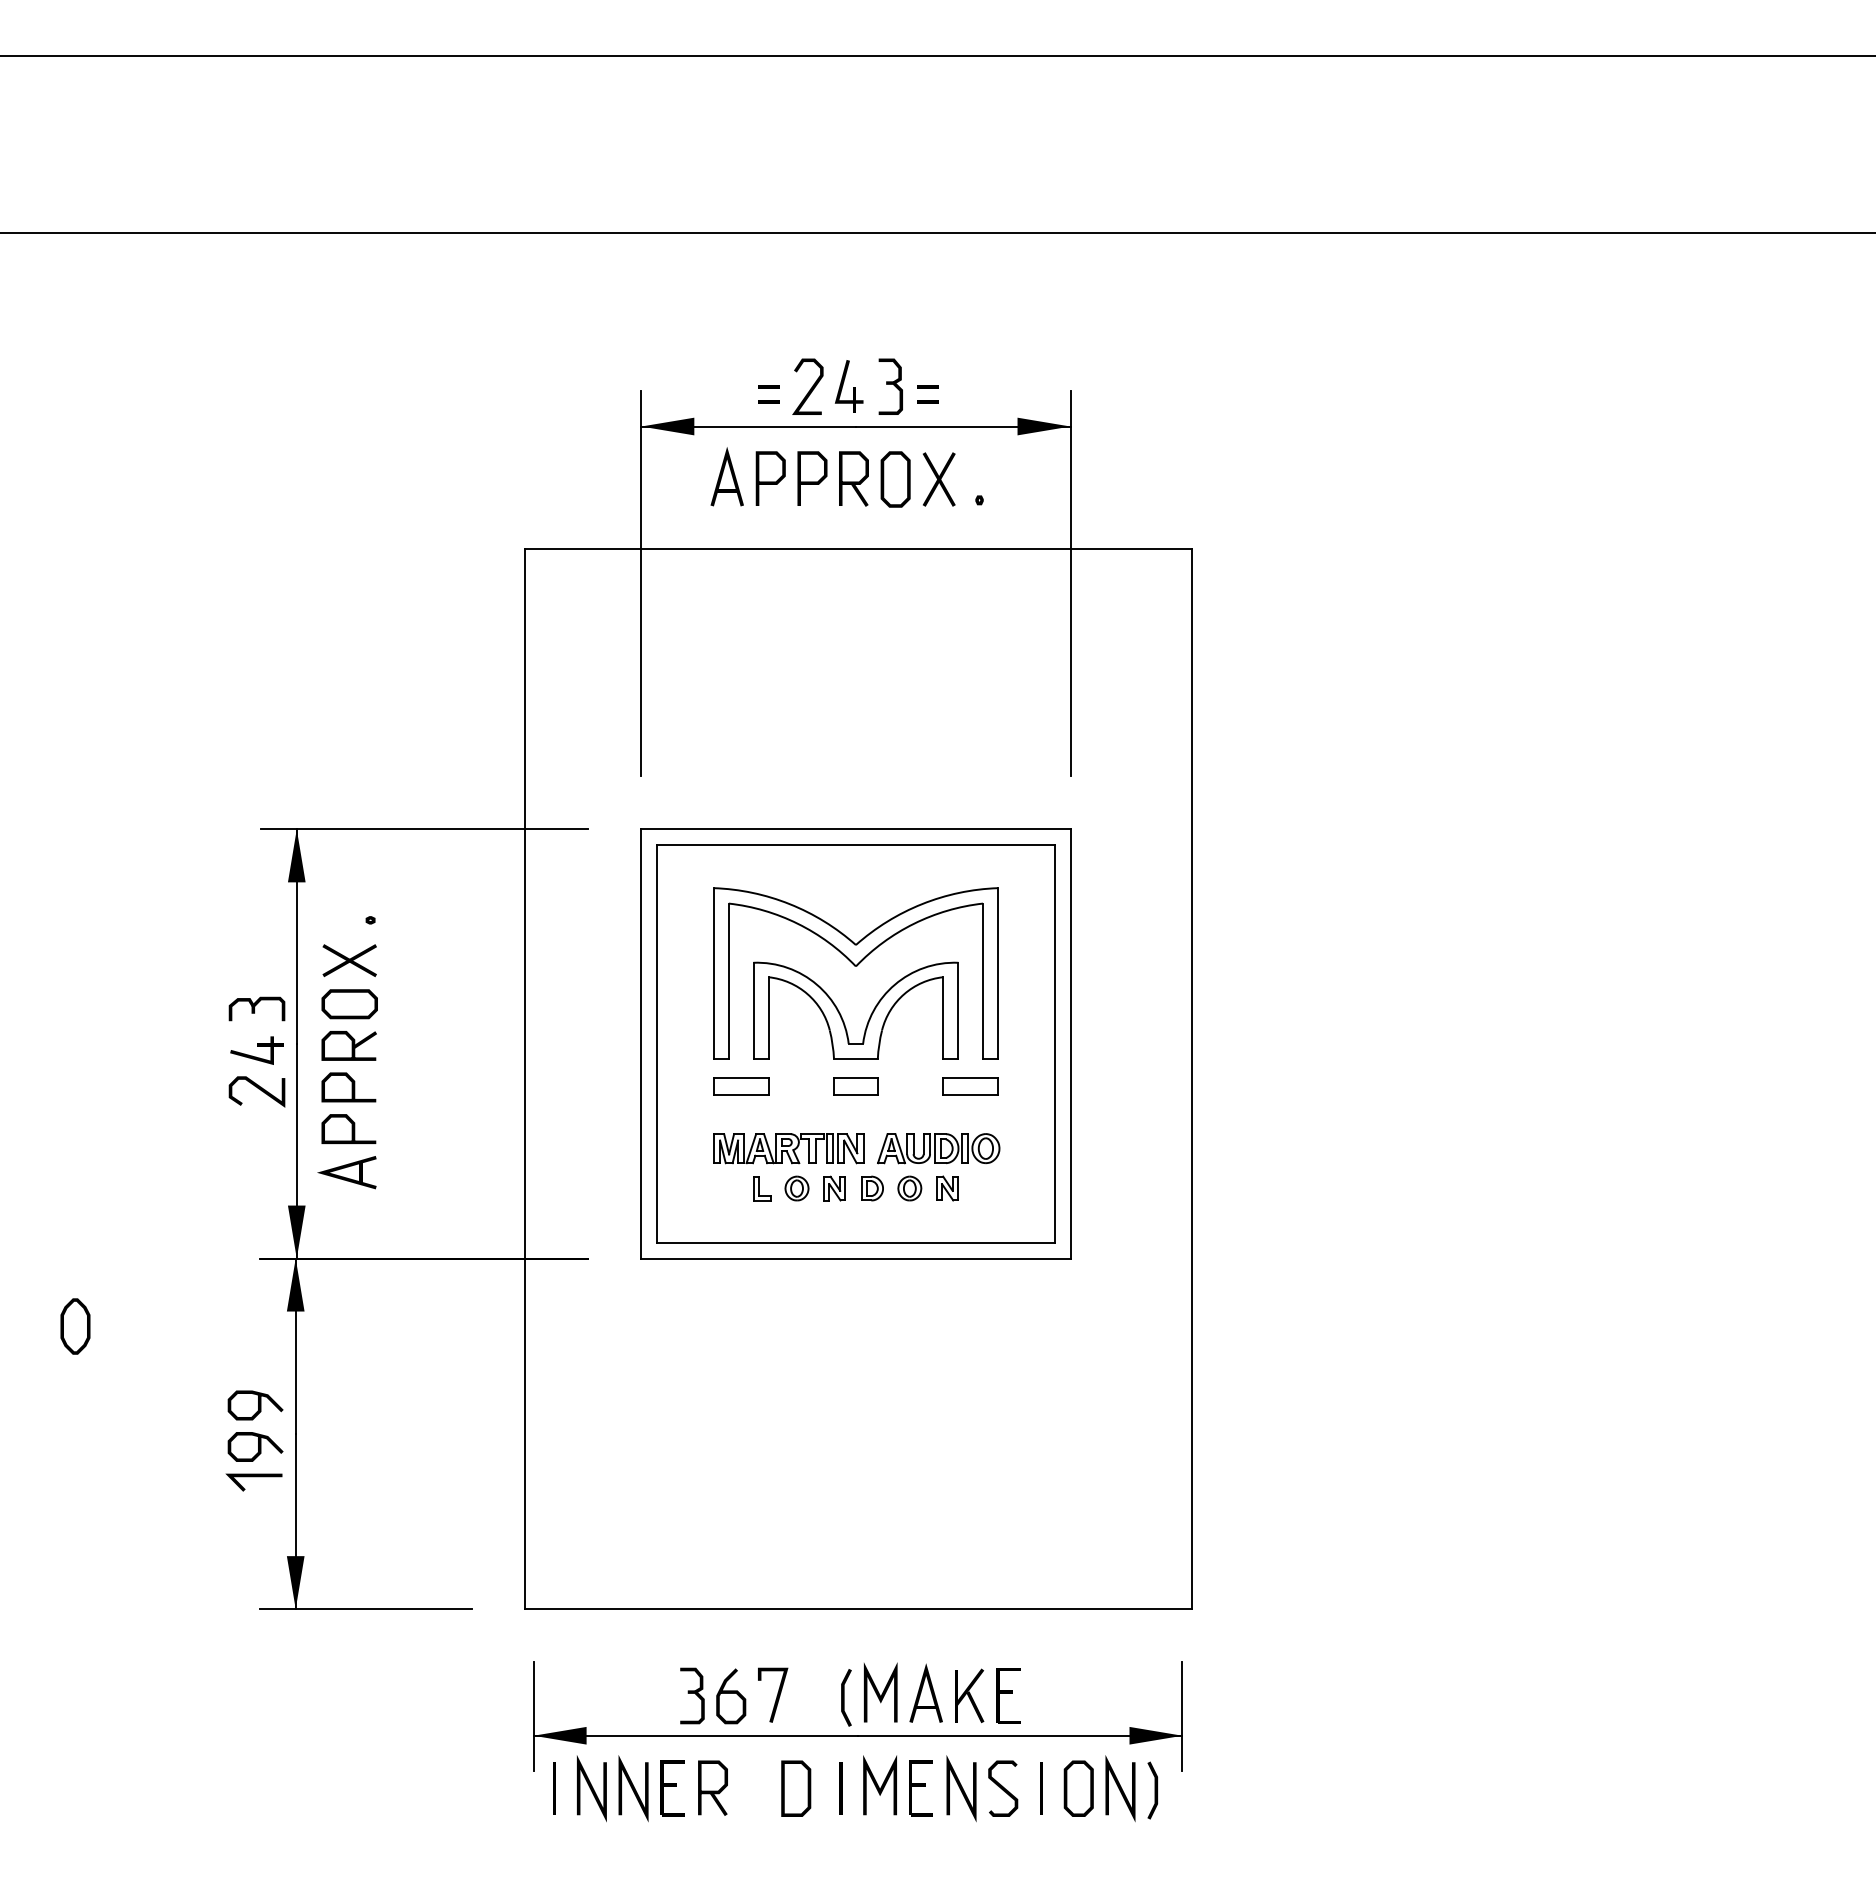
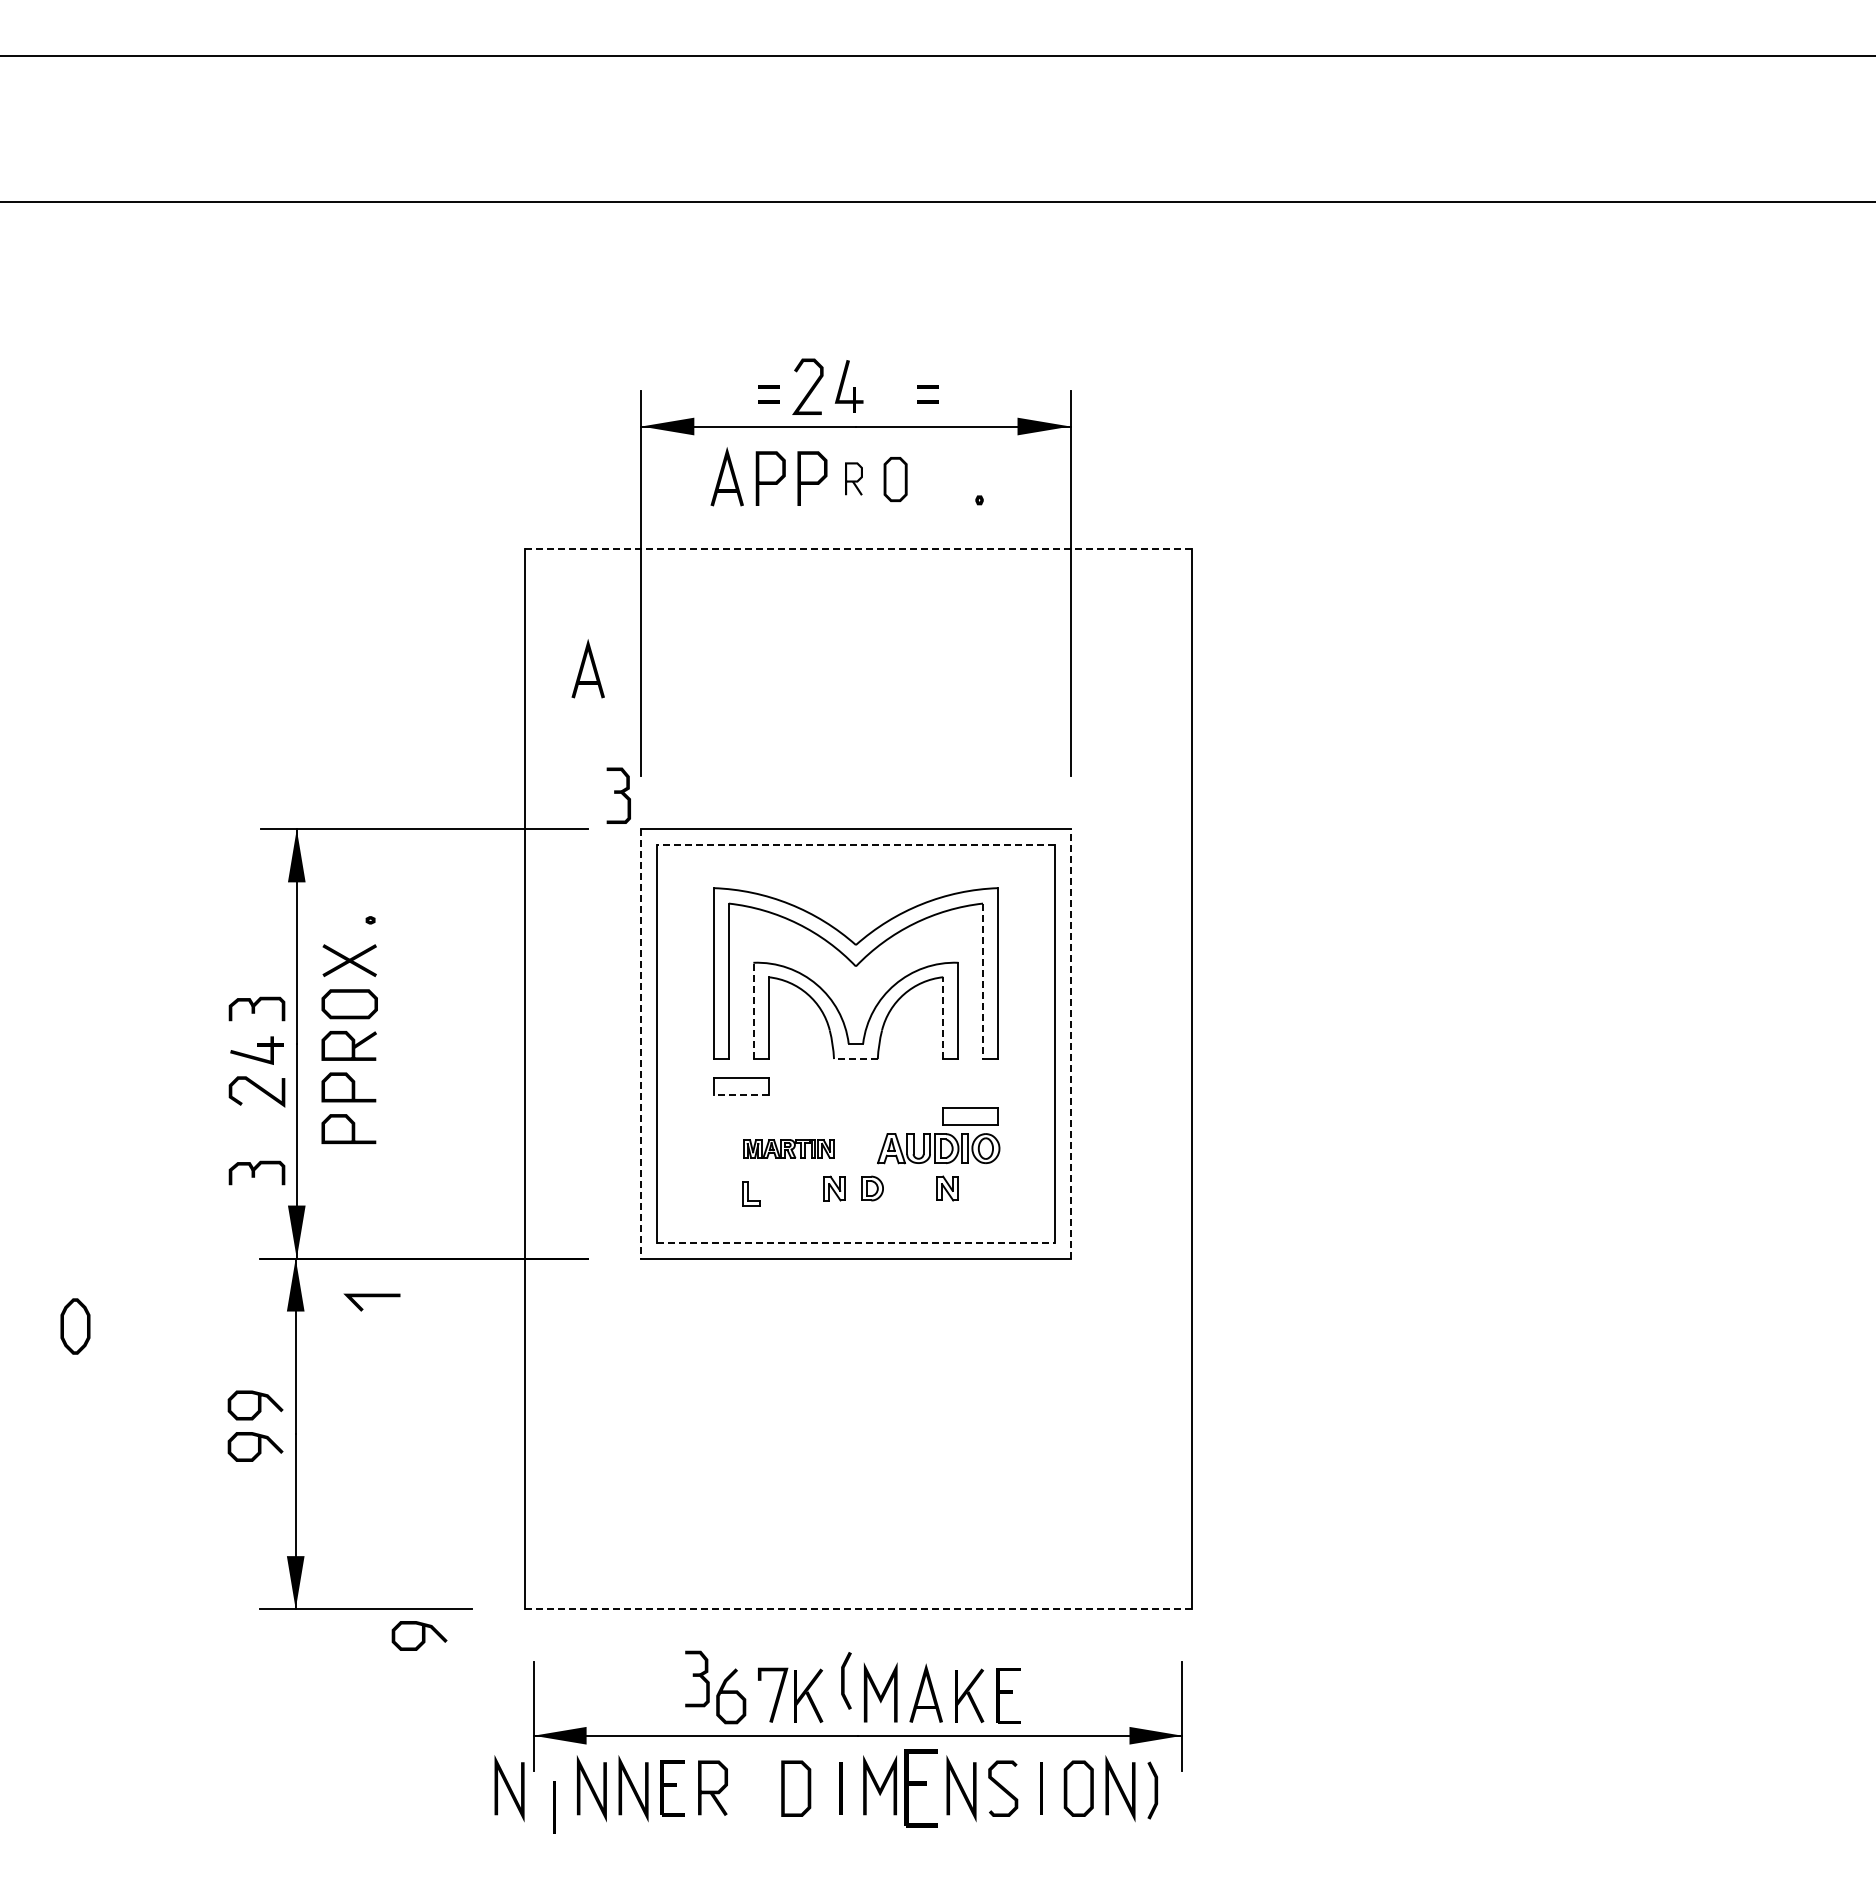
line at (937, 232) position: (937, 232) -> (937, 201)
part at (890, 386) position: (890, 386) -> (618, 795)
part at (853, 478) size: 30x56 px -> 18x34 px
part at (895, 479) size: 31x57 px -> 25x46 px
part at (939, 479): present -> none
line at (858, 549): solid -> dashed
part at (587, 668): none -> present
line at (855, 845): solid -> dashed
line at (983, 981): solid -> dashed
line at (753, 1010): solid -> dashed
line at (943, 1018): solid -> dashed
line at (641, 1043): solid -> dashed
line at (1070, 1043): solid -> dashed
line at (855, 1058): solid -> dashed
part at (855, 1086): present -> none
part at (970, 1086) position: (970, 1086) -> (970, 1116)
line at (740, 1095): solid -> dashed
part at (788, 1148) size: 152x32 px -> 92x20 px
part at (256, 1172): none -> present
part at (346, 1172): present -> none
part at (762, 1188) position: (762, 1188) -> (751, 1193)
part at (796, 1188): present -> none
part at (909, 1188): present -> none
line at (855, 1242): solid -> dashed
line at (253, 1477) position: (253, 1477) -> (371, 1297)
line at (858, 1609): solid -> dashed
curve at (422, 1635): none -> present
part at (692, 1695) position: (692, 1695) -> (697, 1678)
part at (808, 1695): none -> present
line at (844, 1697) position: (844, 1697) -> (844, 1680)
line at (509, 1788): none -> present
line at (554, 1788) position: (554, 1788) -> (554, 1807)
part at (920, 1788) size: 24x57 px -> 34x79 px
